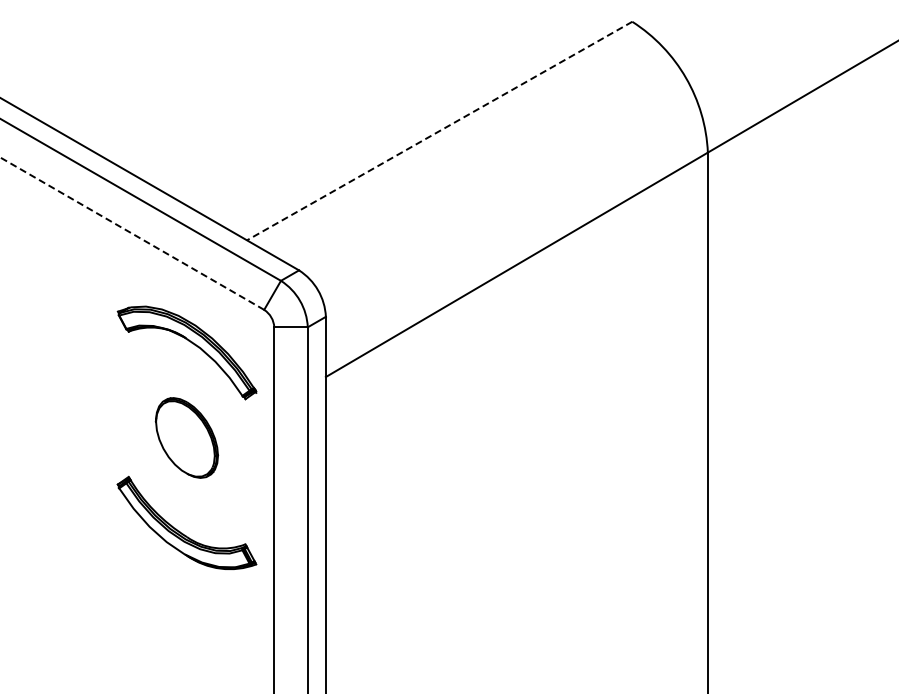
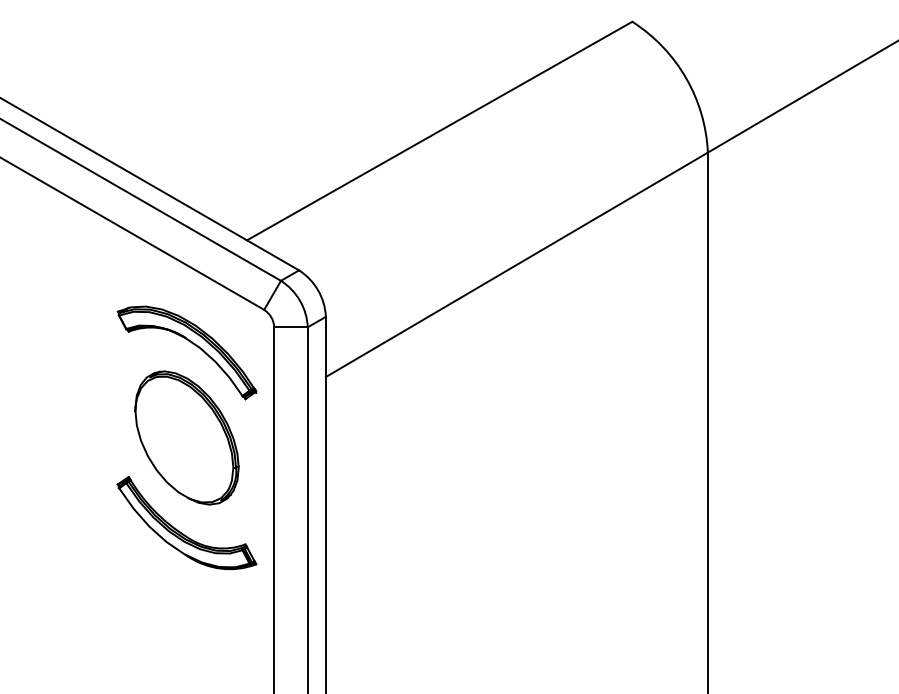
line at (439, 131): dashed -> solid
line at (131, 233): dashed -> solid
part at (186, 437) size: 66x82 px -> 106x136 px
